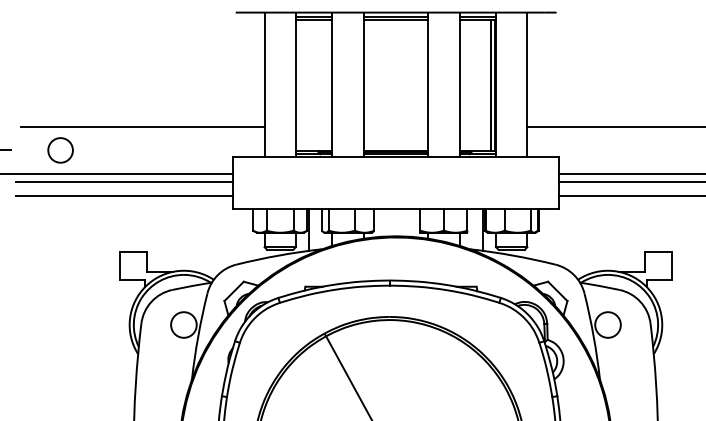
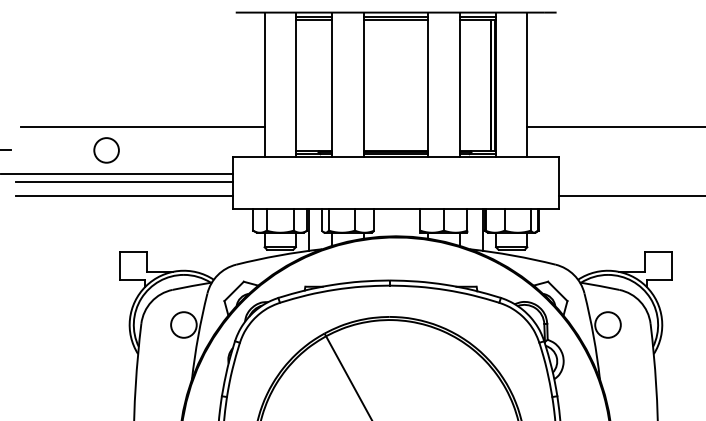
circle at (60, 150) position: (60, 150) -> (106, 150)
line at (630, 174): present -> none
line at (630, 181): present -> none
